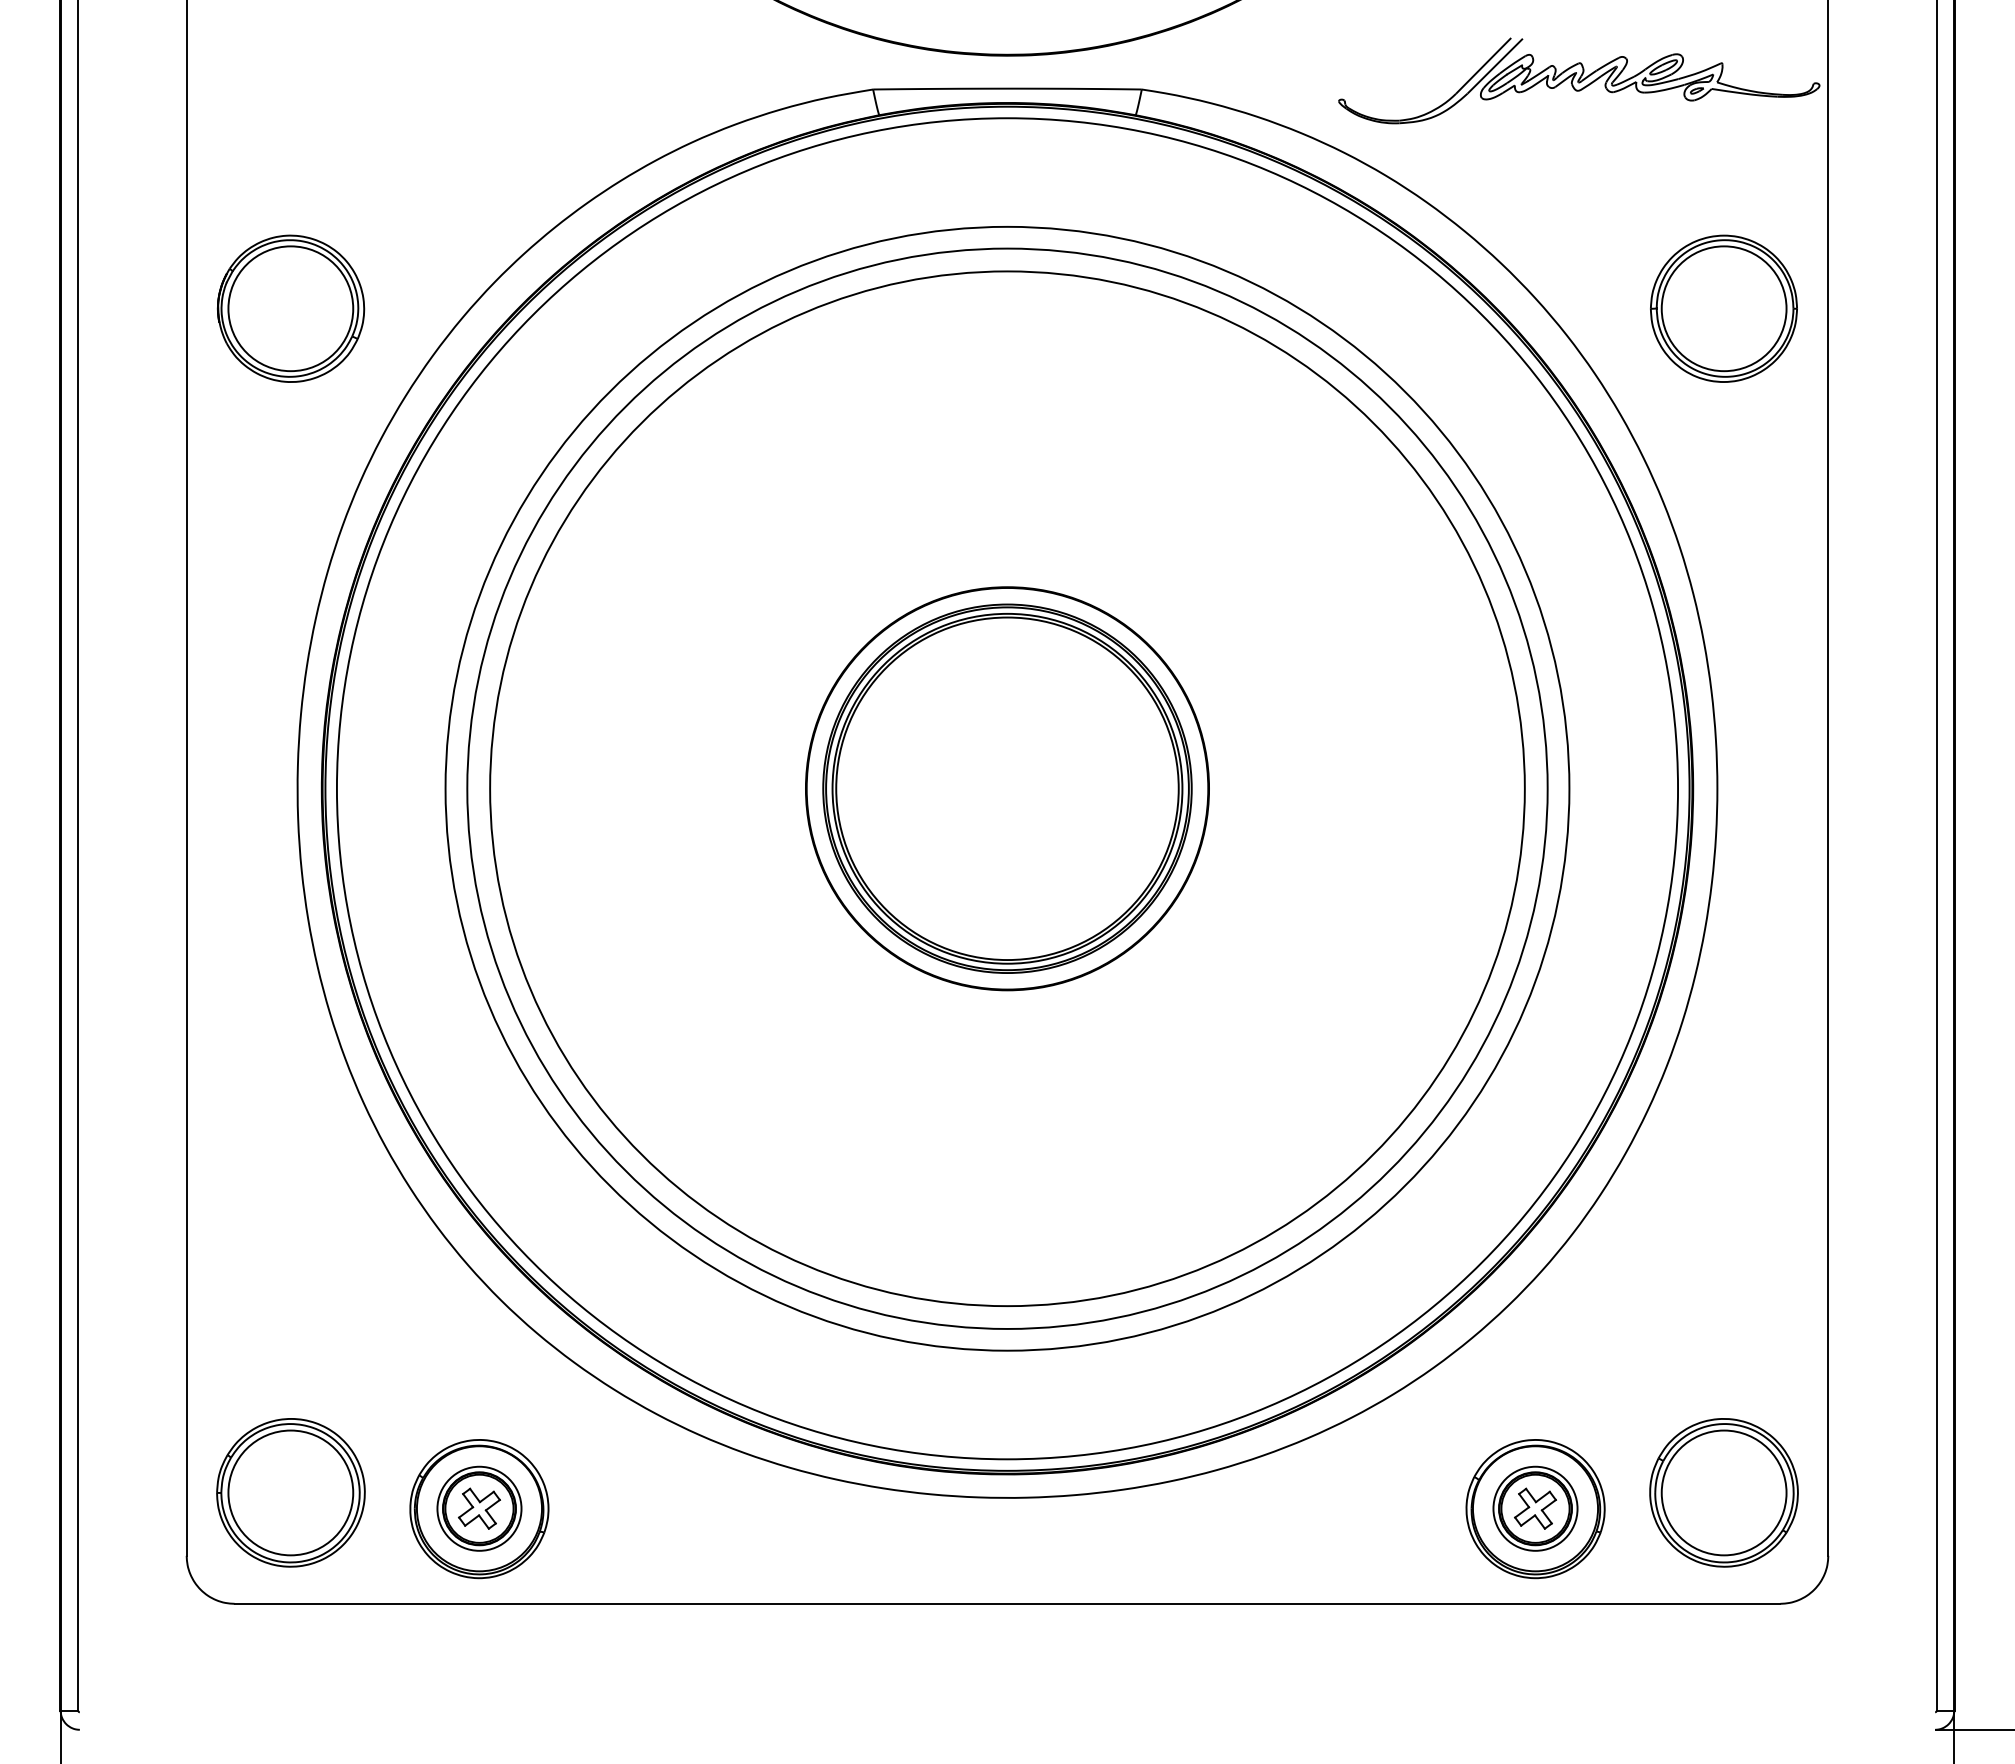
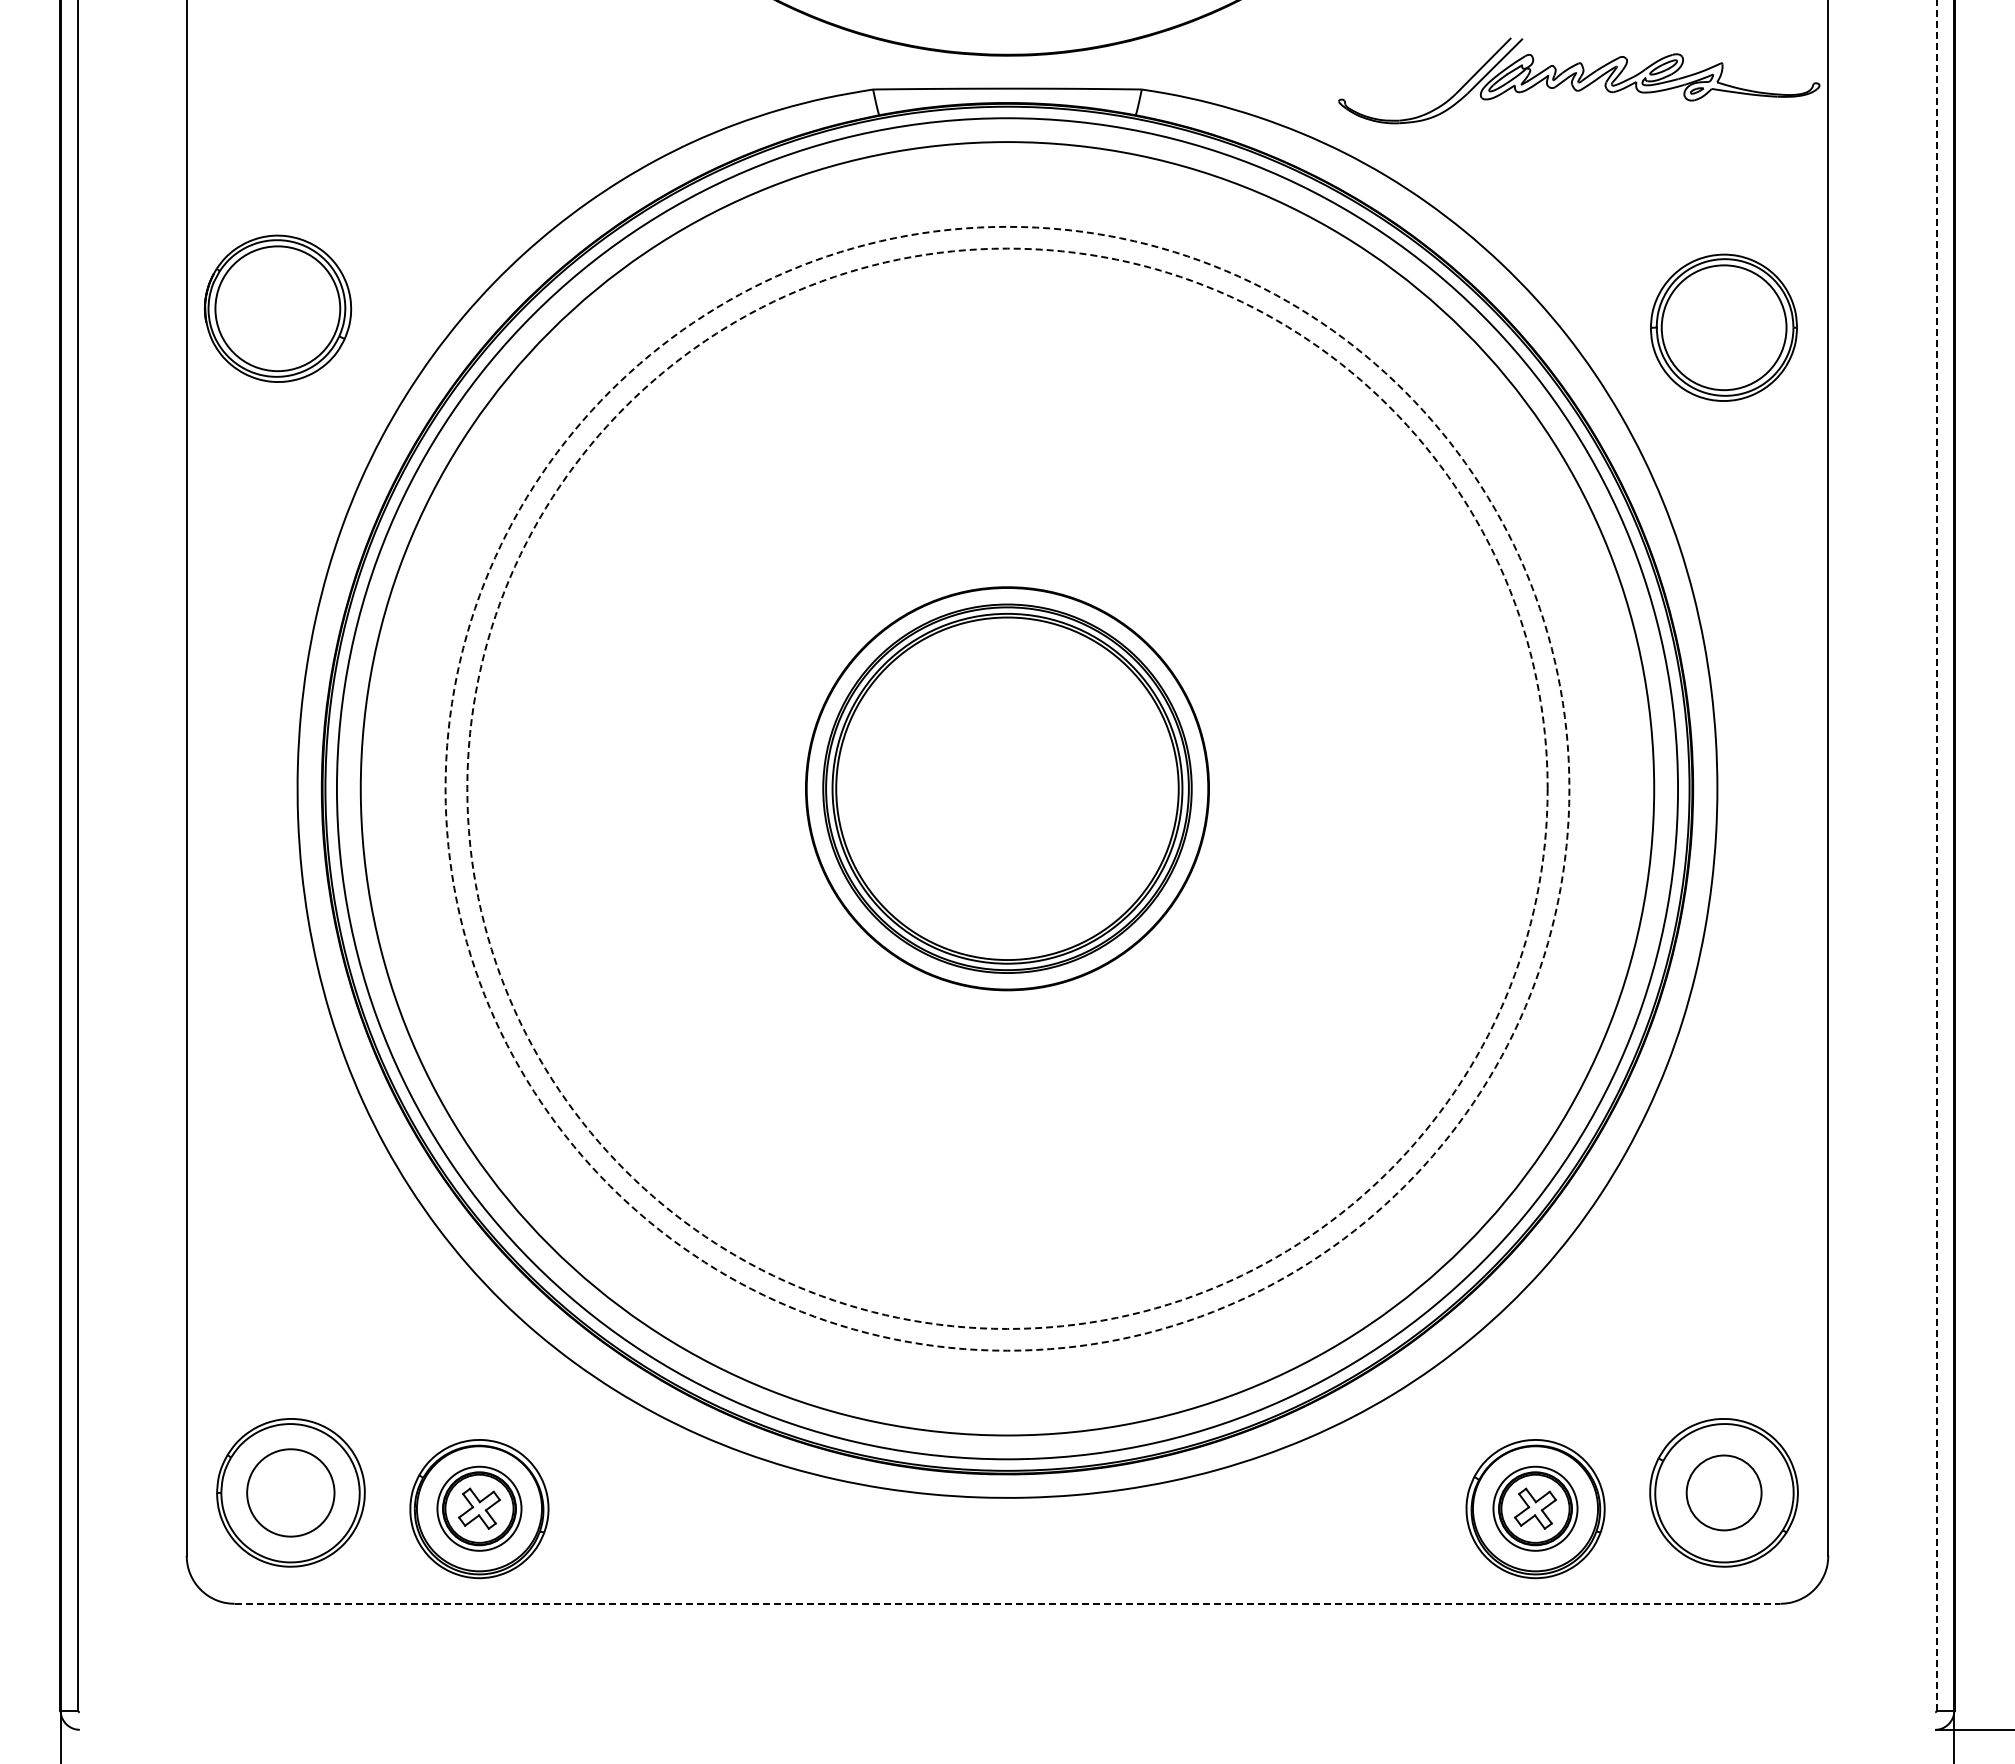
part at (290, 308) position: (290, 308) -> (277, 308)
part at (1723, 308) position: (1723, 308) -> (1723, 327)
circle at (1007, 788) diameter: 1035 px -> 1293 px
circle at (1007, 788): solid -> dashed
circle at (1007, 788): solid -> dashed
line at (1936, 855): solid -> dashed
circle at (290, 1492) diameter: 125 px -> 87 px
circle at (1723, 1492) diameter: 125 px -> 75 px
line at (1007, 1603): solid -> dashed
